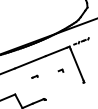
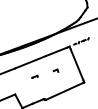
part at (60, 70) position: (60, 70) -> (55, 70)
line at (64, 90): none -> present
